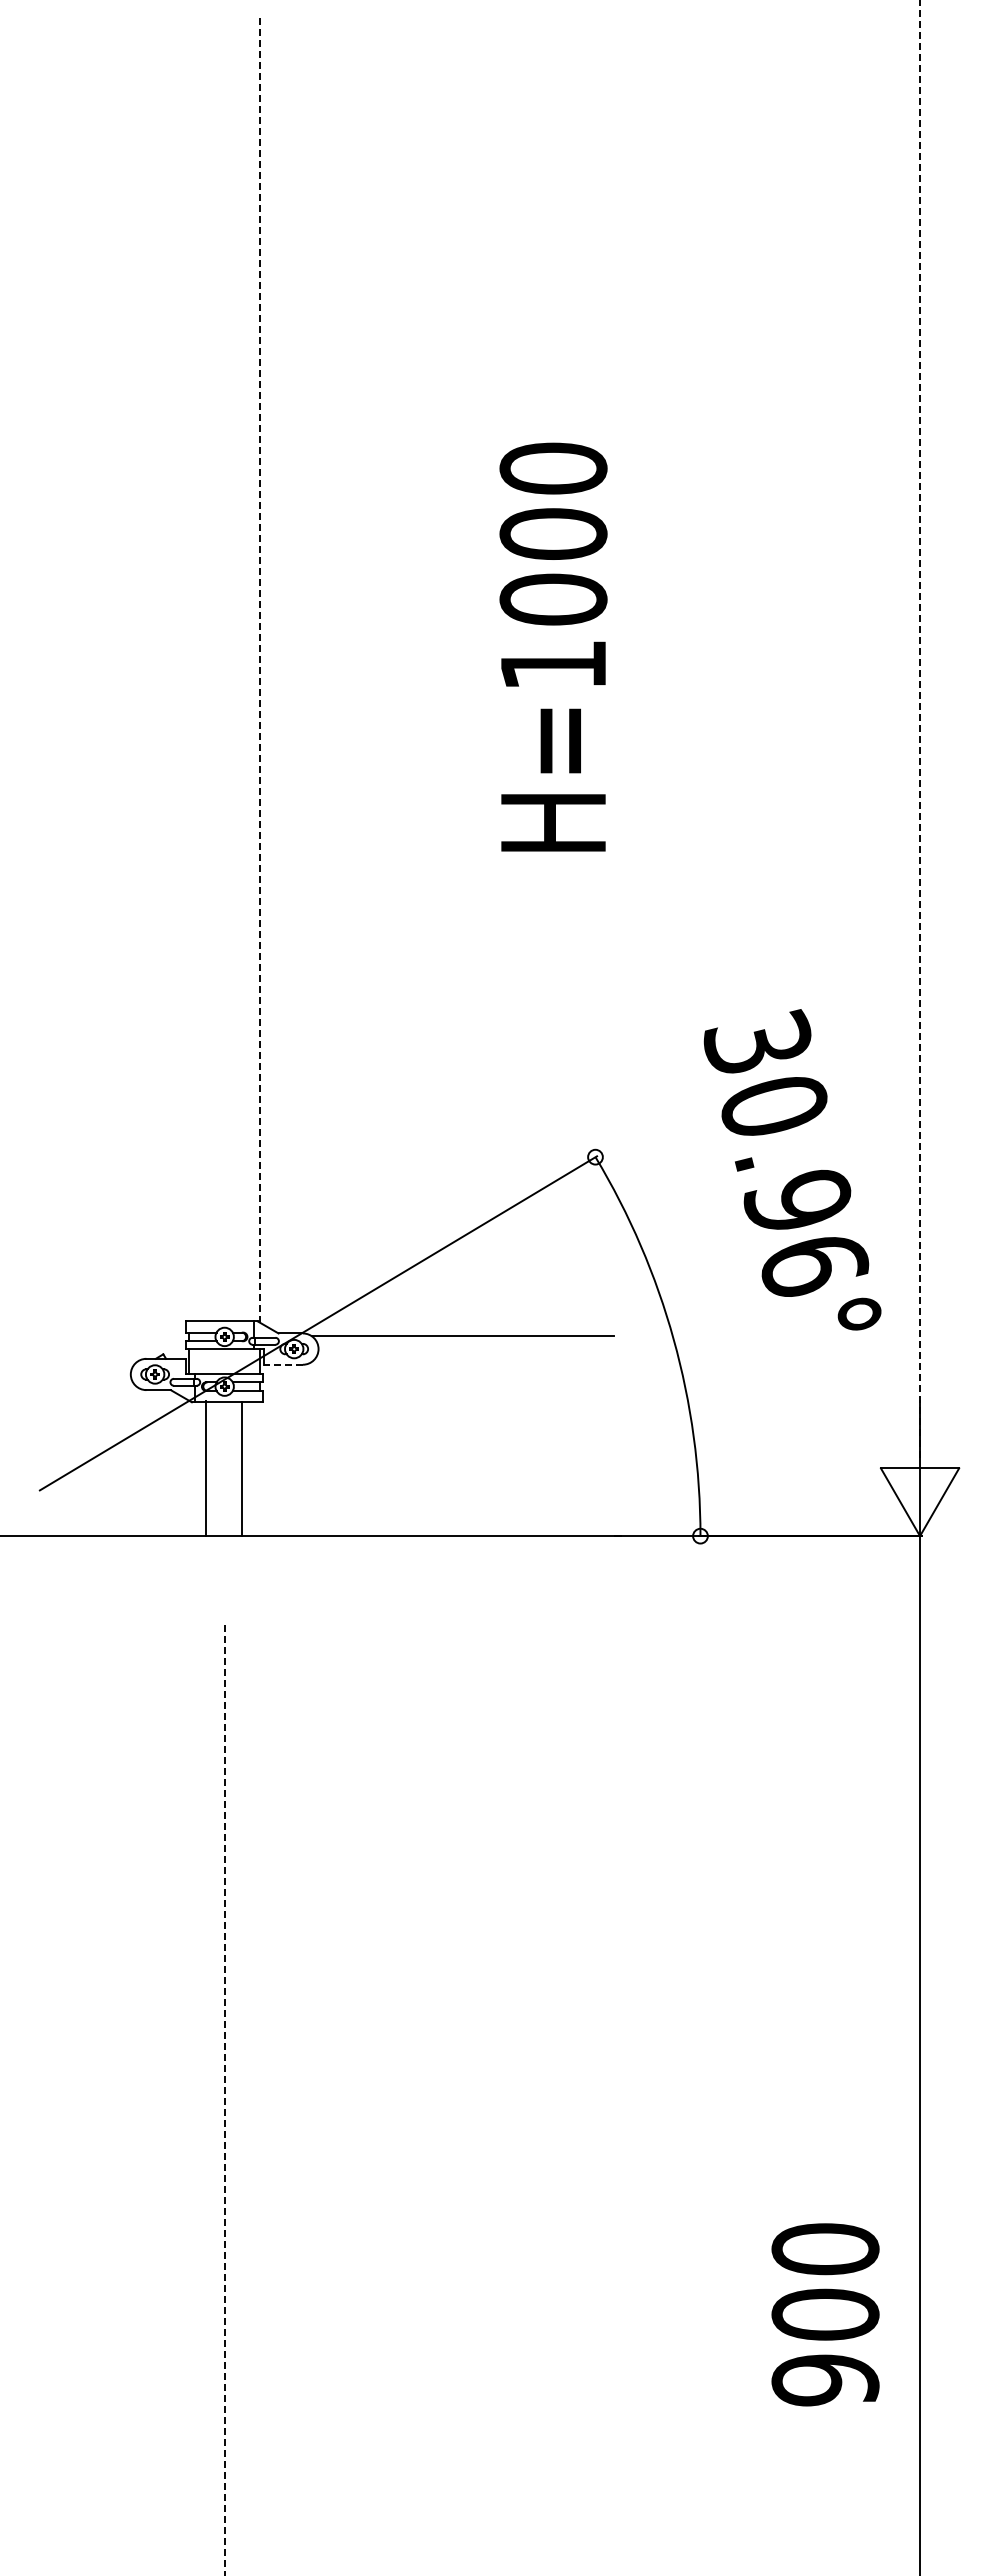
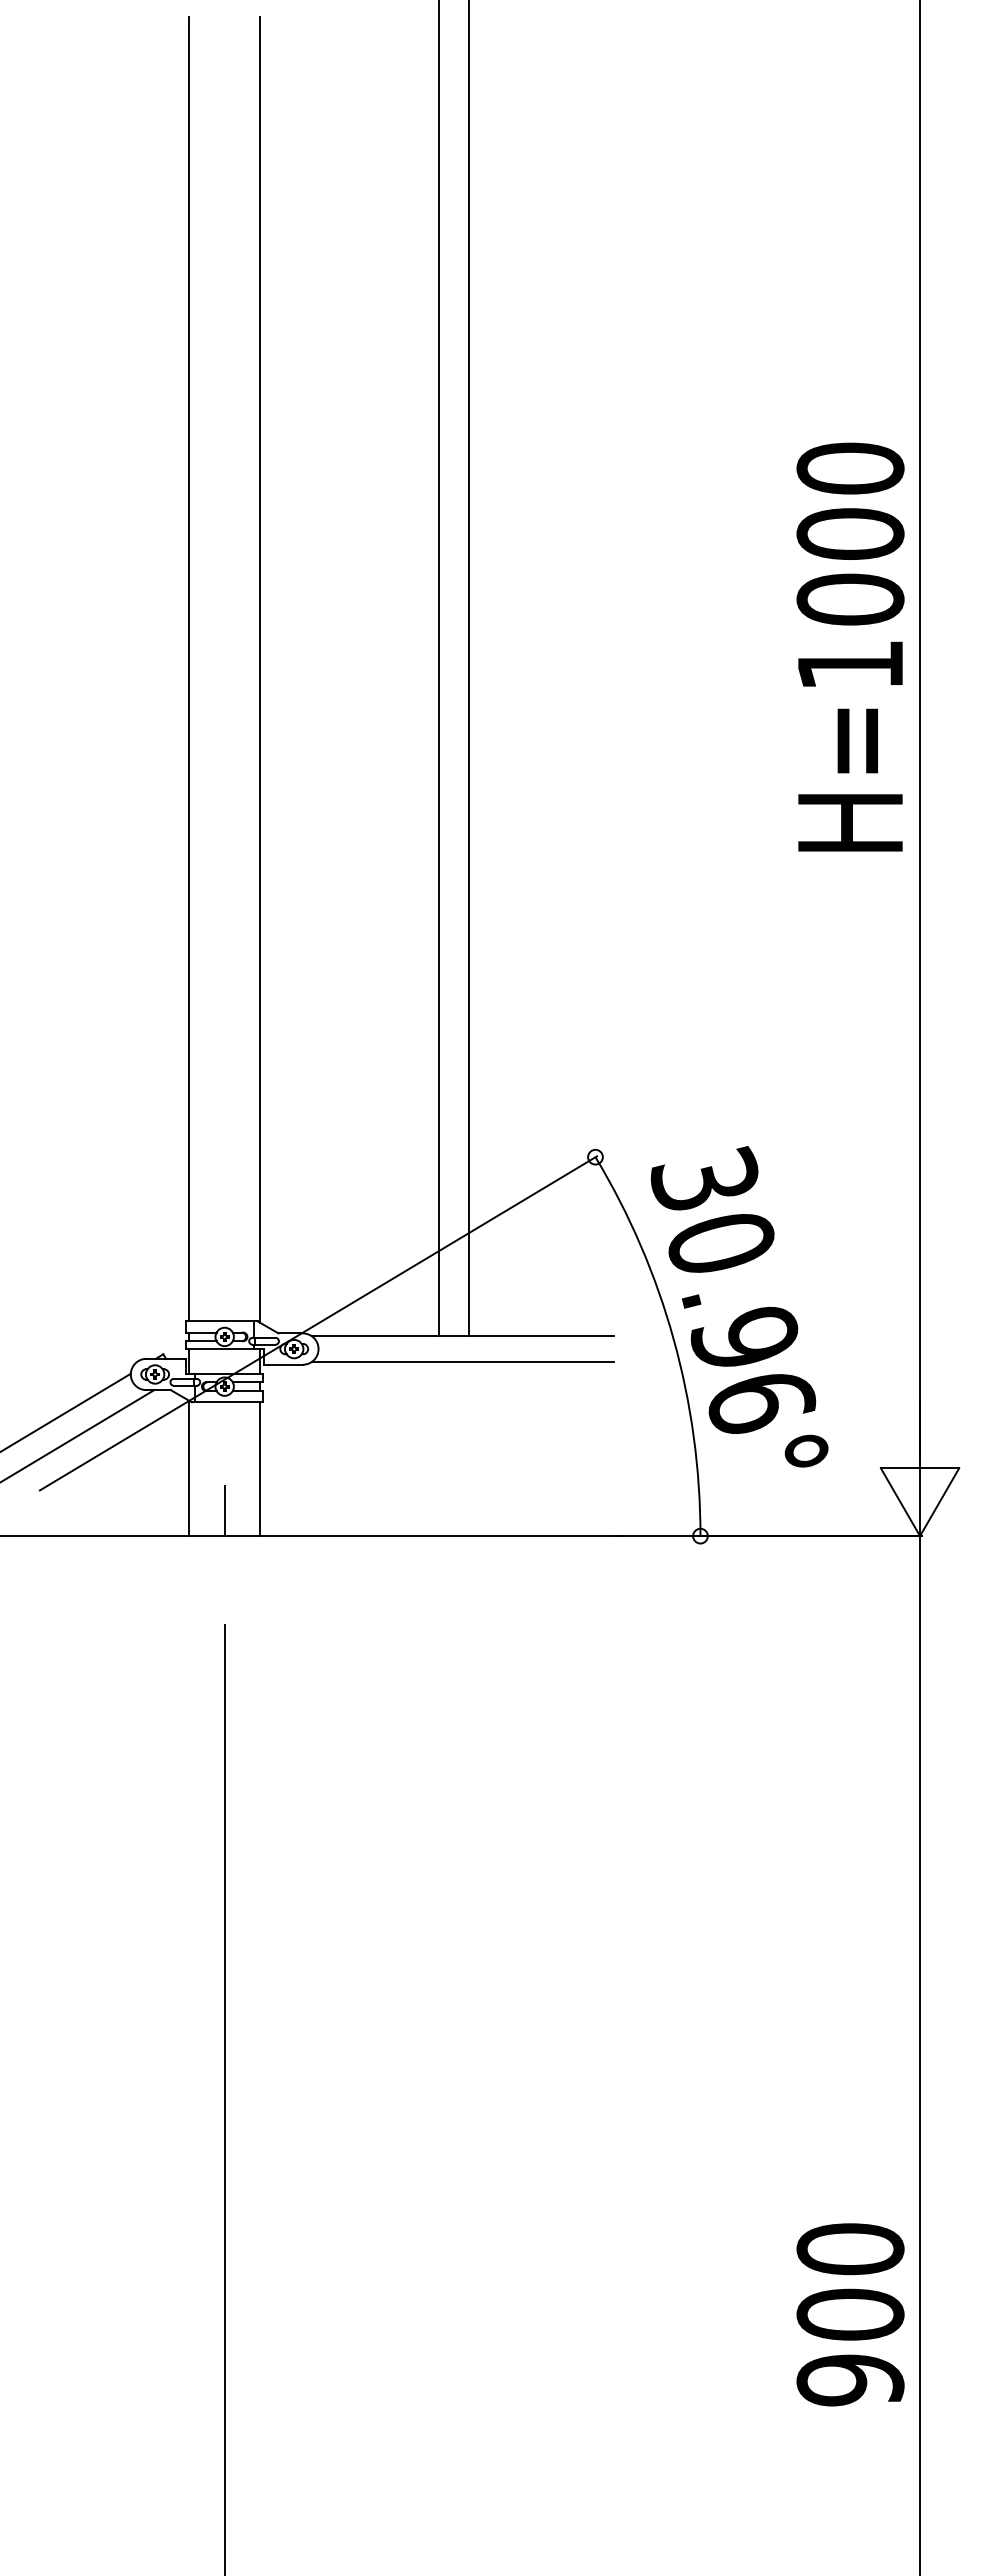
text at (553, 646) position: (553, 646) -> (850, 646)
line at (189, 669): none -> present
line at (259, 669): dashed -> solid
line at (439, 669): none -> present
line at (468, 669): none -> present
line at (920, 728): dashed -> solid
text at (792, 1169) position: (792, 1169) -> (739, 1306)
line at (462, 1362): none -> present
line at (283, 1364): dashed -> solid
line at (66, 1412): none -> present
line at (78, 1435): none -> present
line at (206, 1468) position: (206, 1468) -> (189, 1468)
line at (241, 1469) position: (241, 1469) -> (259, 1469)
line at (224, 1510): none -> present
line at (224, 2100): dashed -> solid
text at (825, 2314) position: (825, 2314) -> (850, 2314)
